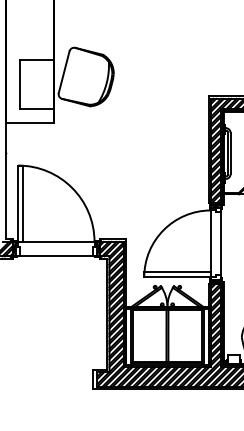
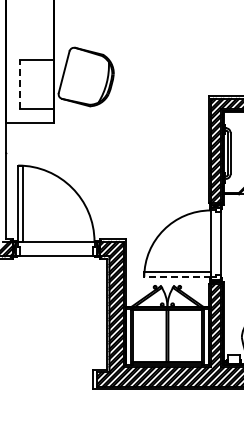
line at (20, 84): solid -> dashed
line at (177, 277): solid -> dashed
